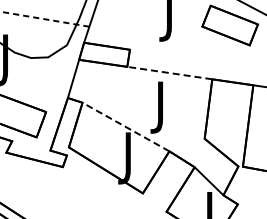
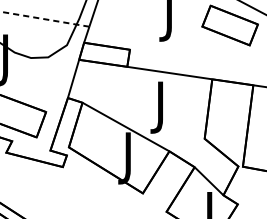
line at (169, 73): dashed -> solid
line at (126, 127): dashed -> solid
